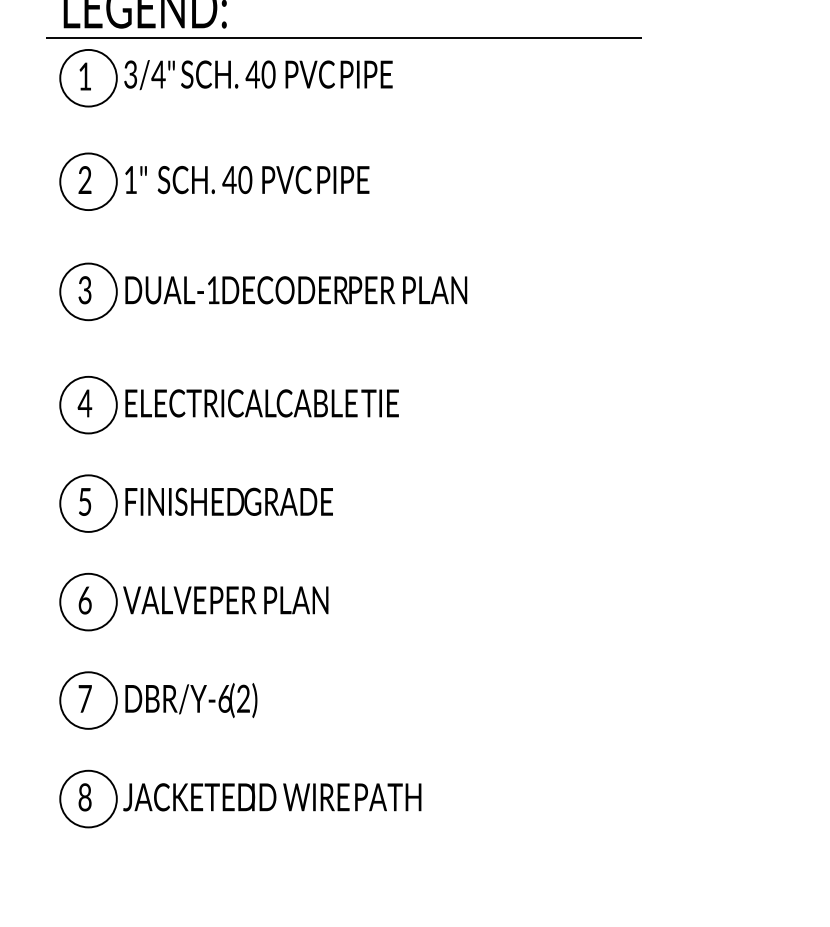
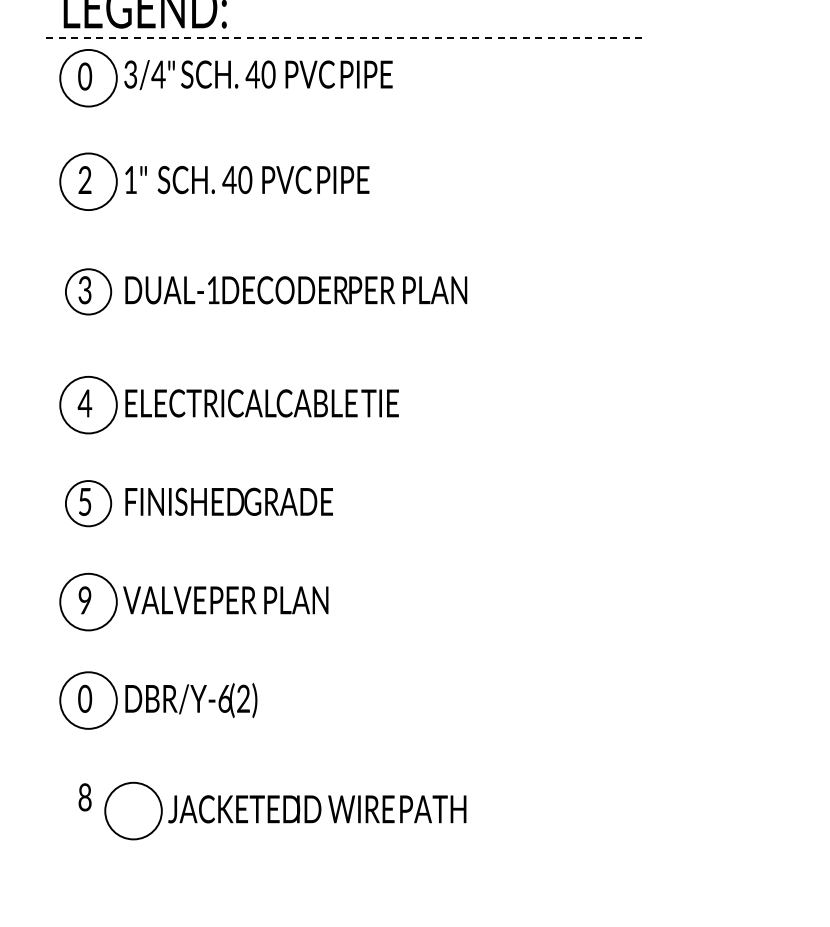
line at (344, 38): solid -> dashed
text at (85, 76): 1 -> 0
circle at (88, 291) diameter: 57 px -> 45 px
circle at (88, 503) diameter: 57 px -> 45 px
text at (84, 600): 6 -> 9
text at (85, 698): 7 -> 0
part at (240, 798) position: (240, 798) -> (285, 810)
